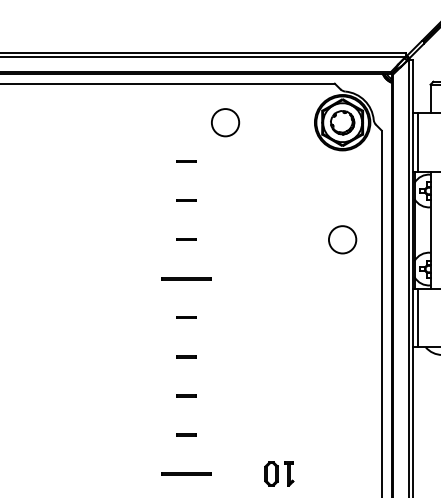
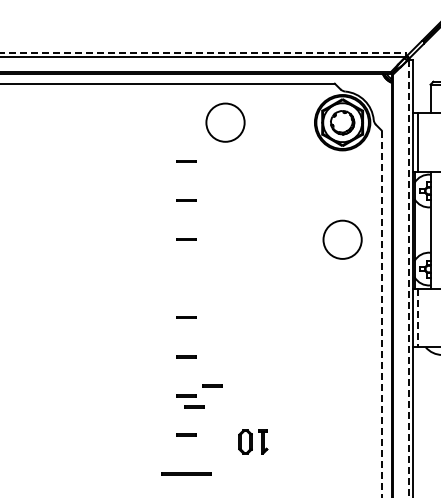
line at (202, 52): solid -> dashed
circle at (225, 122) diameter: 27 px -> 38 px
circle at (342, 239) diameter: 27 px -> 38 px
line at (186, 278): present -> none
line at (408, 278): solid -> dashed
line at (381, 313): solid -> dashed
line at (418, 318): solid -> dashed
line at (212, 385): none -> present
line at (194, 406): none -> present
part at (279, 473) position: (279, 473) -> (253, 441)
